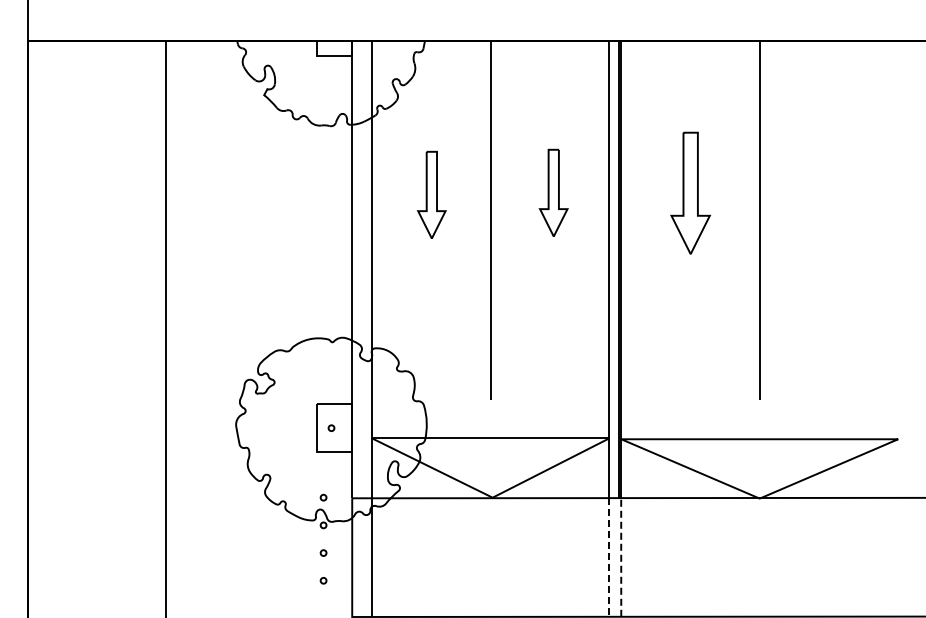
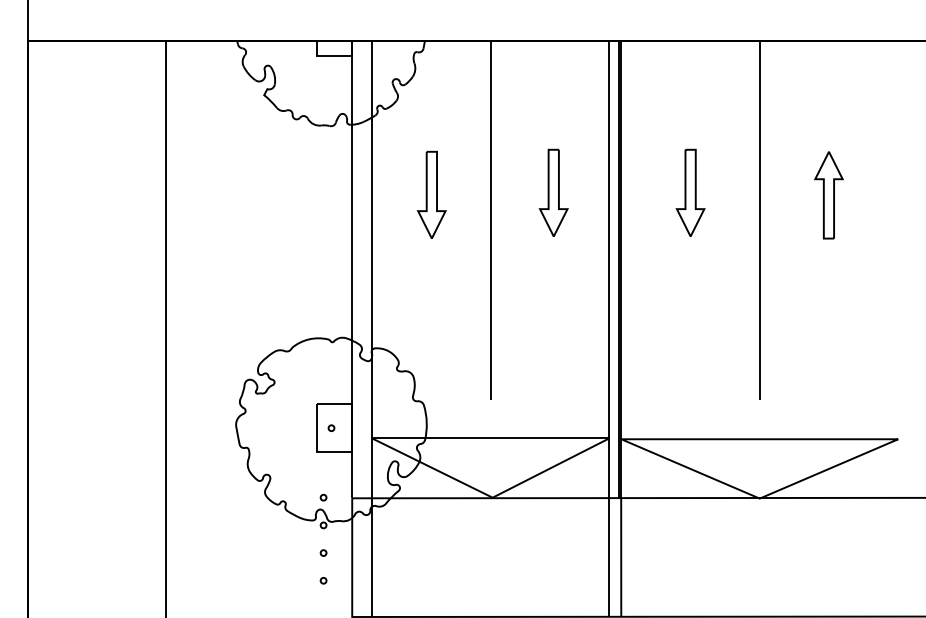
part at (690, 192) size: 41x124 px -> 31x89 px
part at (828, 195): none -> present
line at (621, 556): dashed -> solid
line at (609, 557): dashed -> solid
